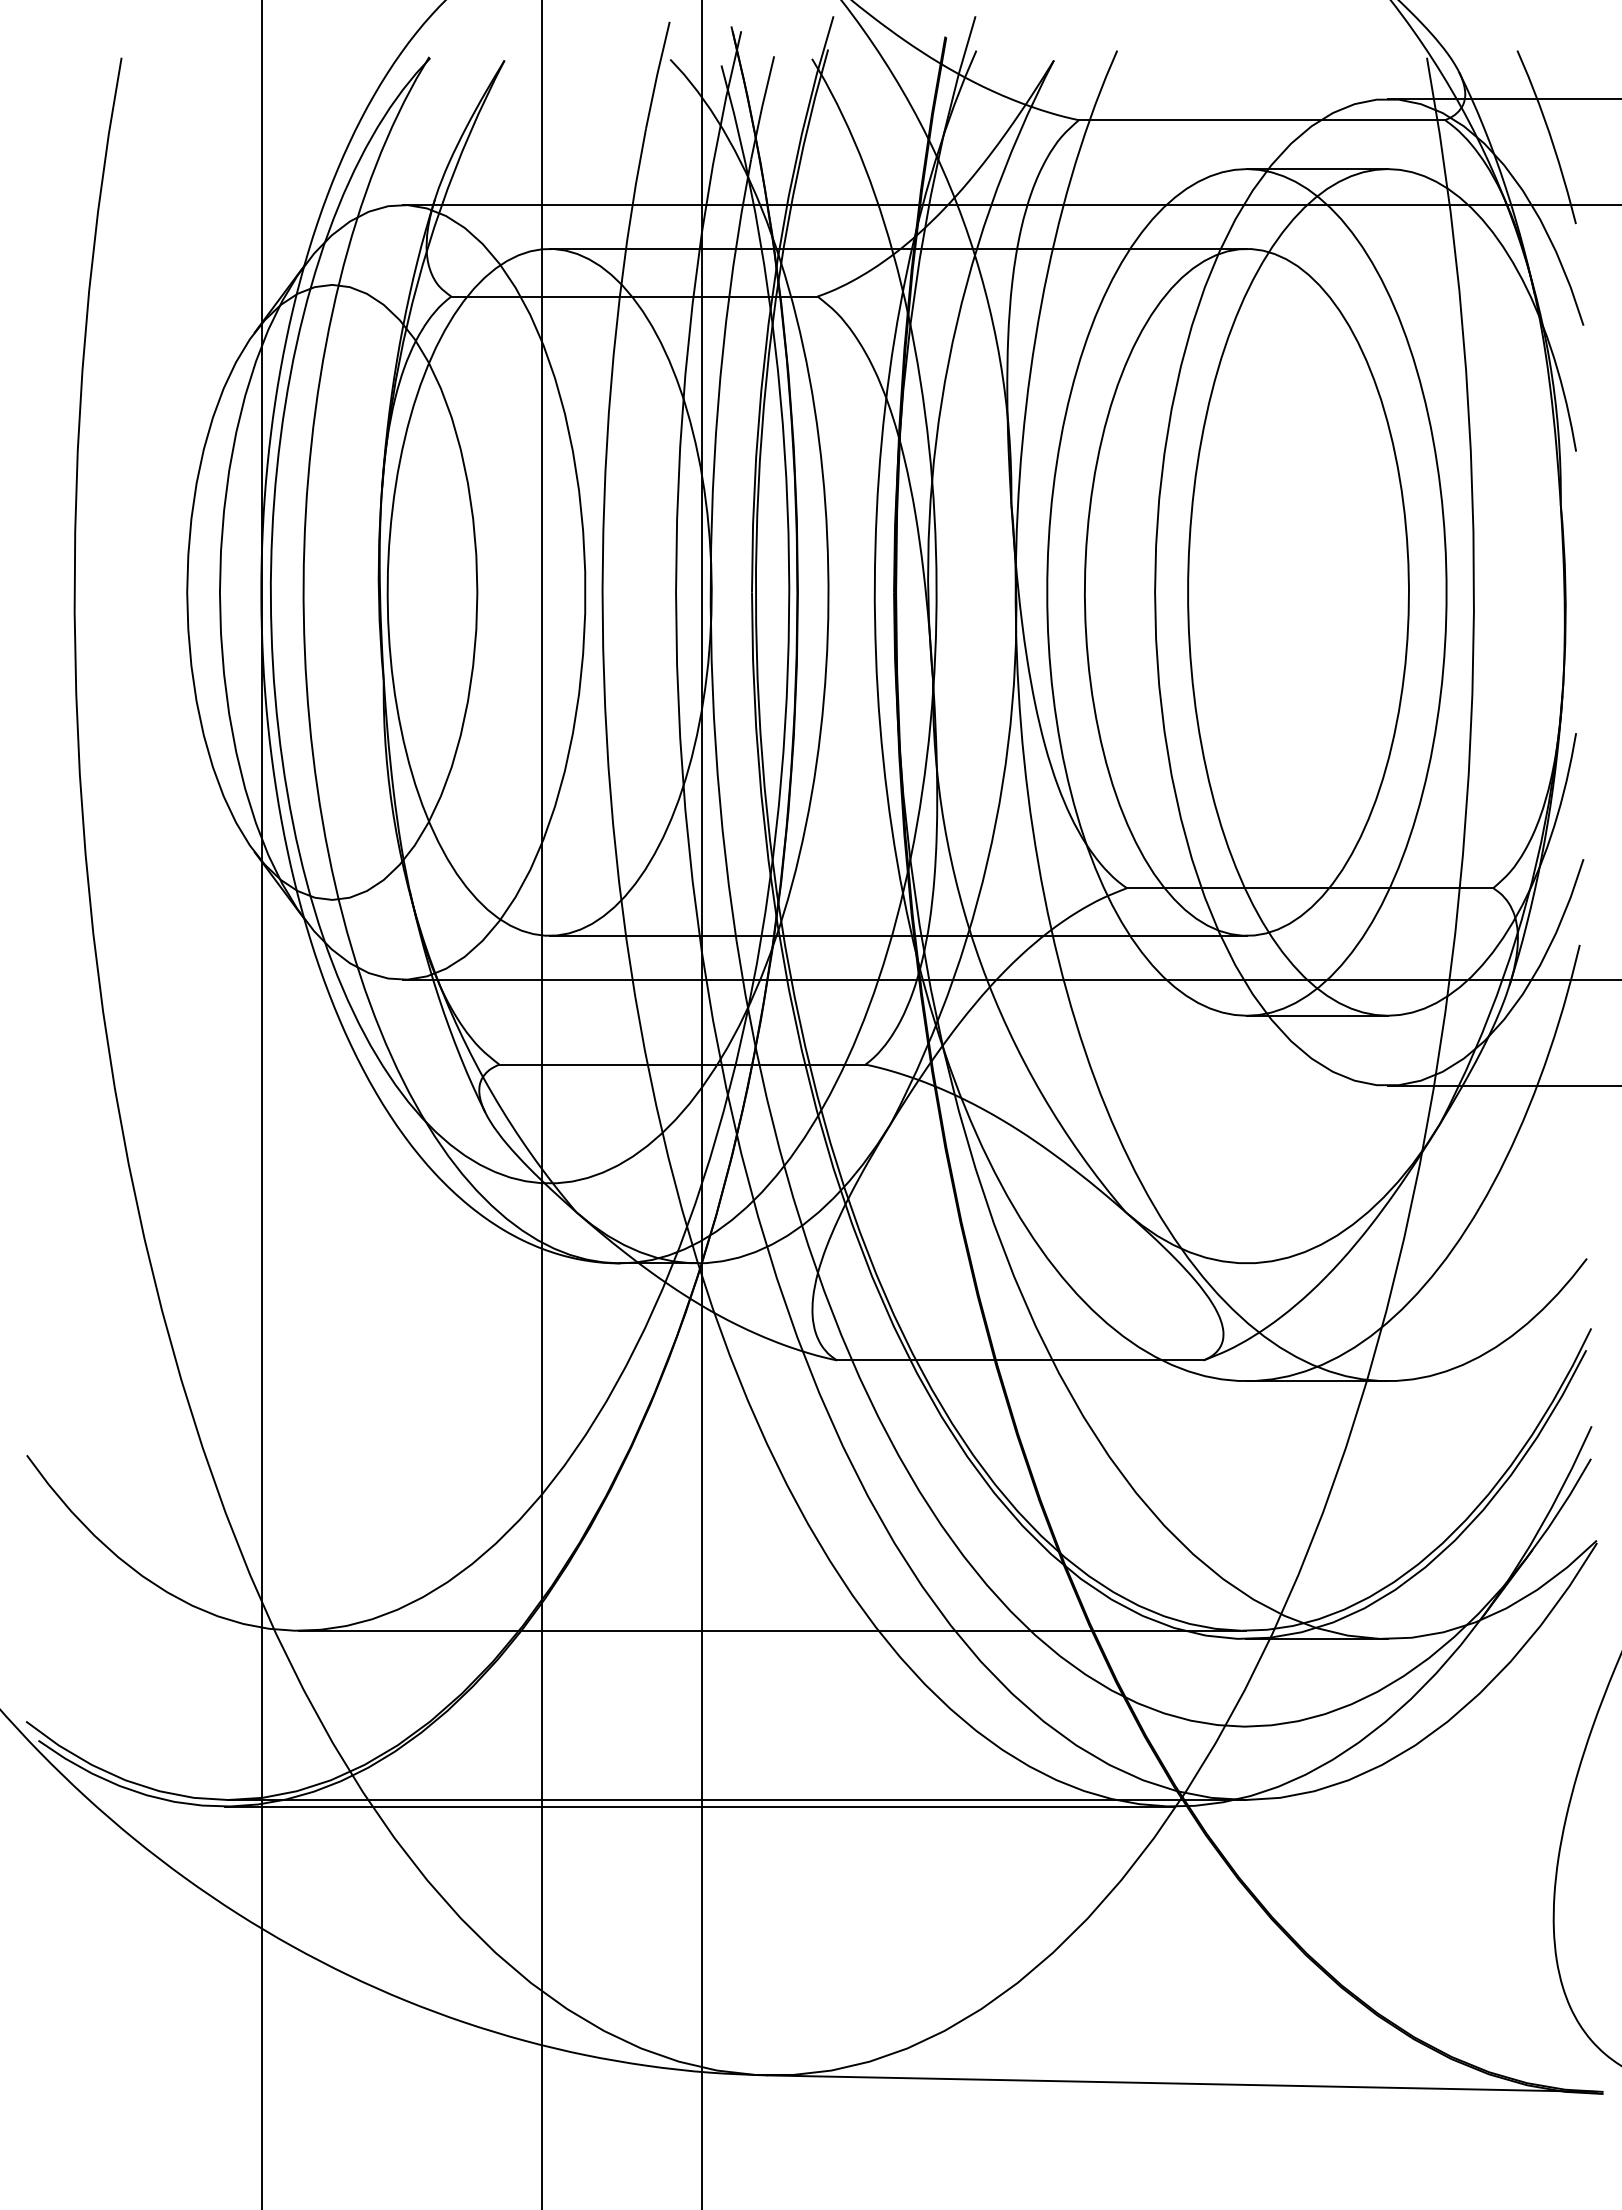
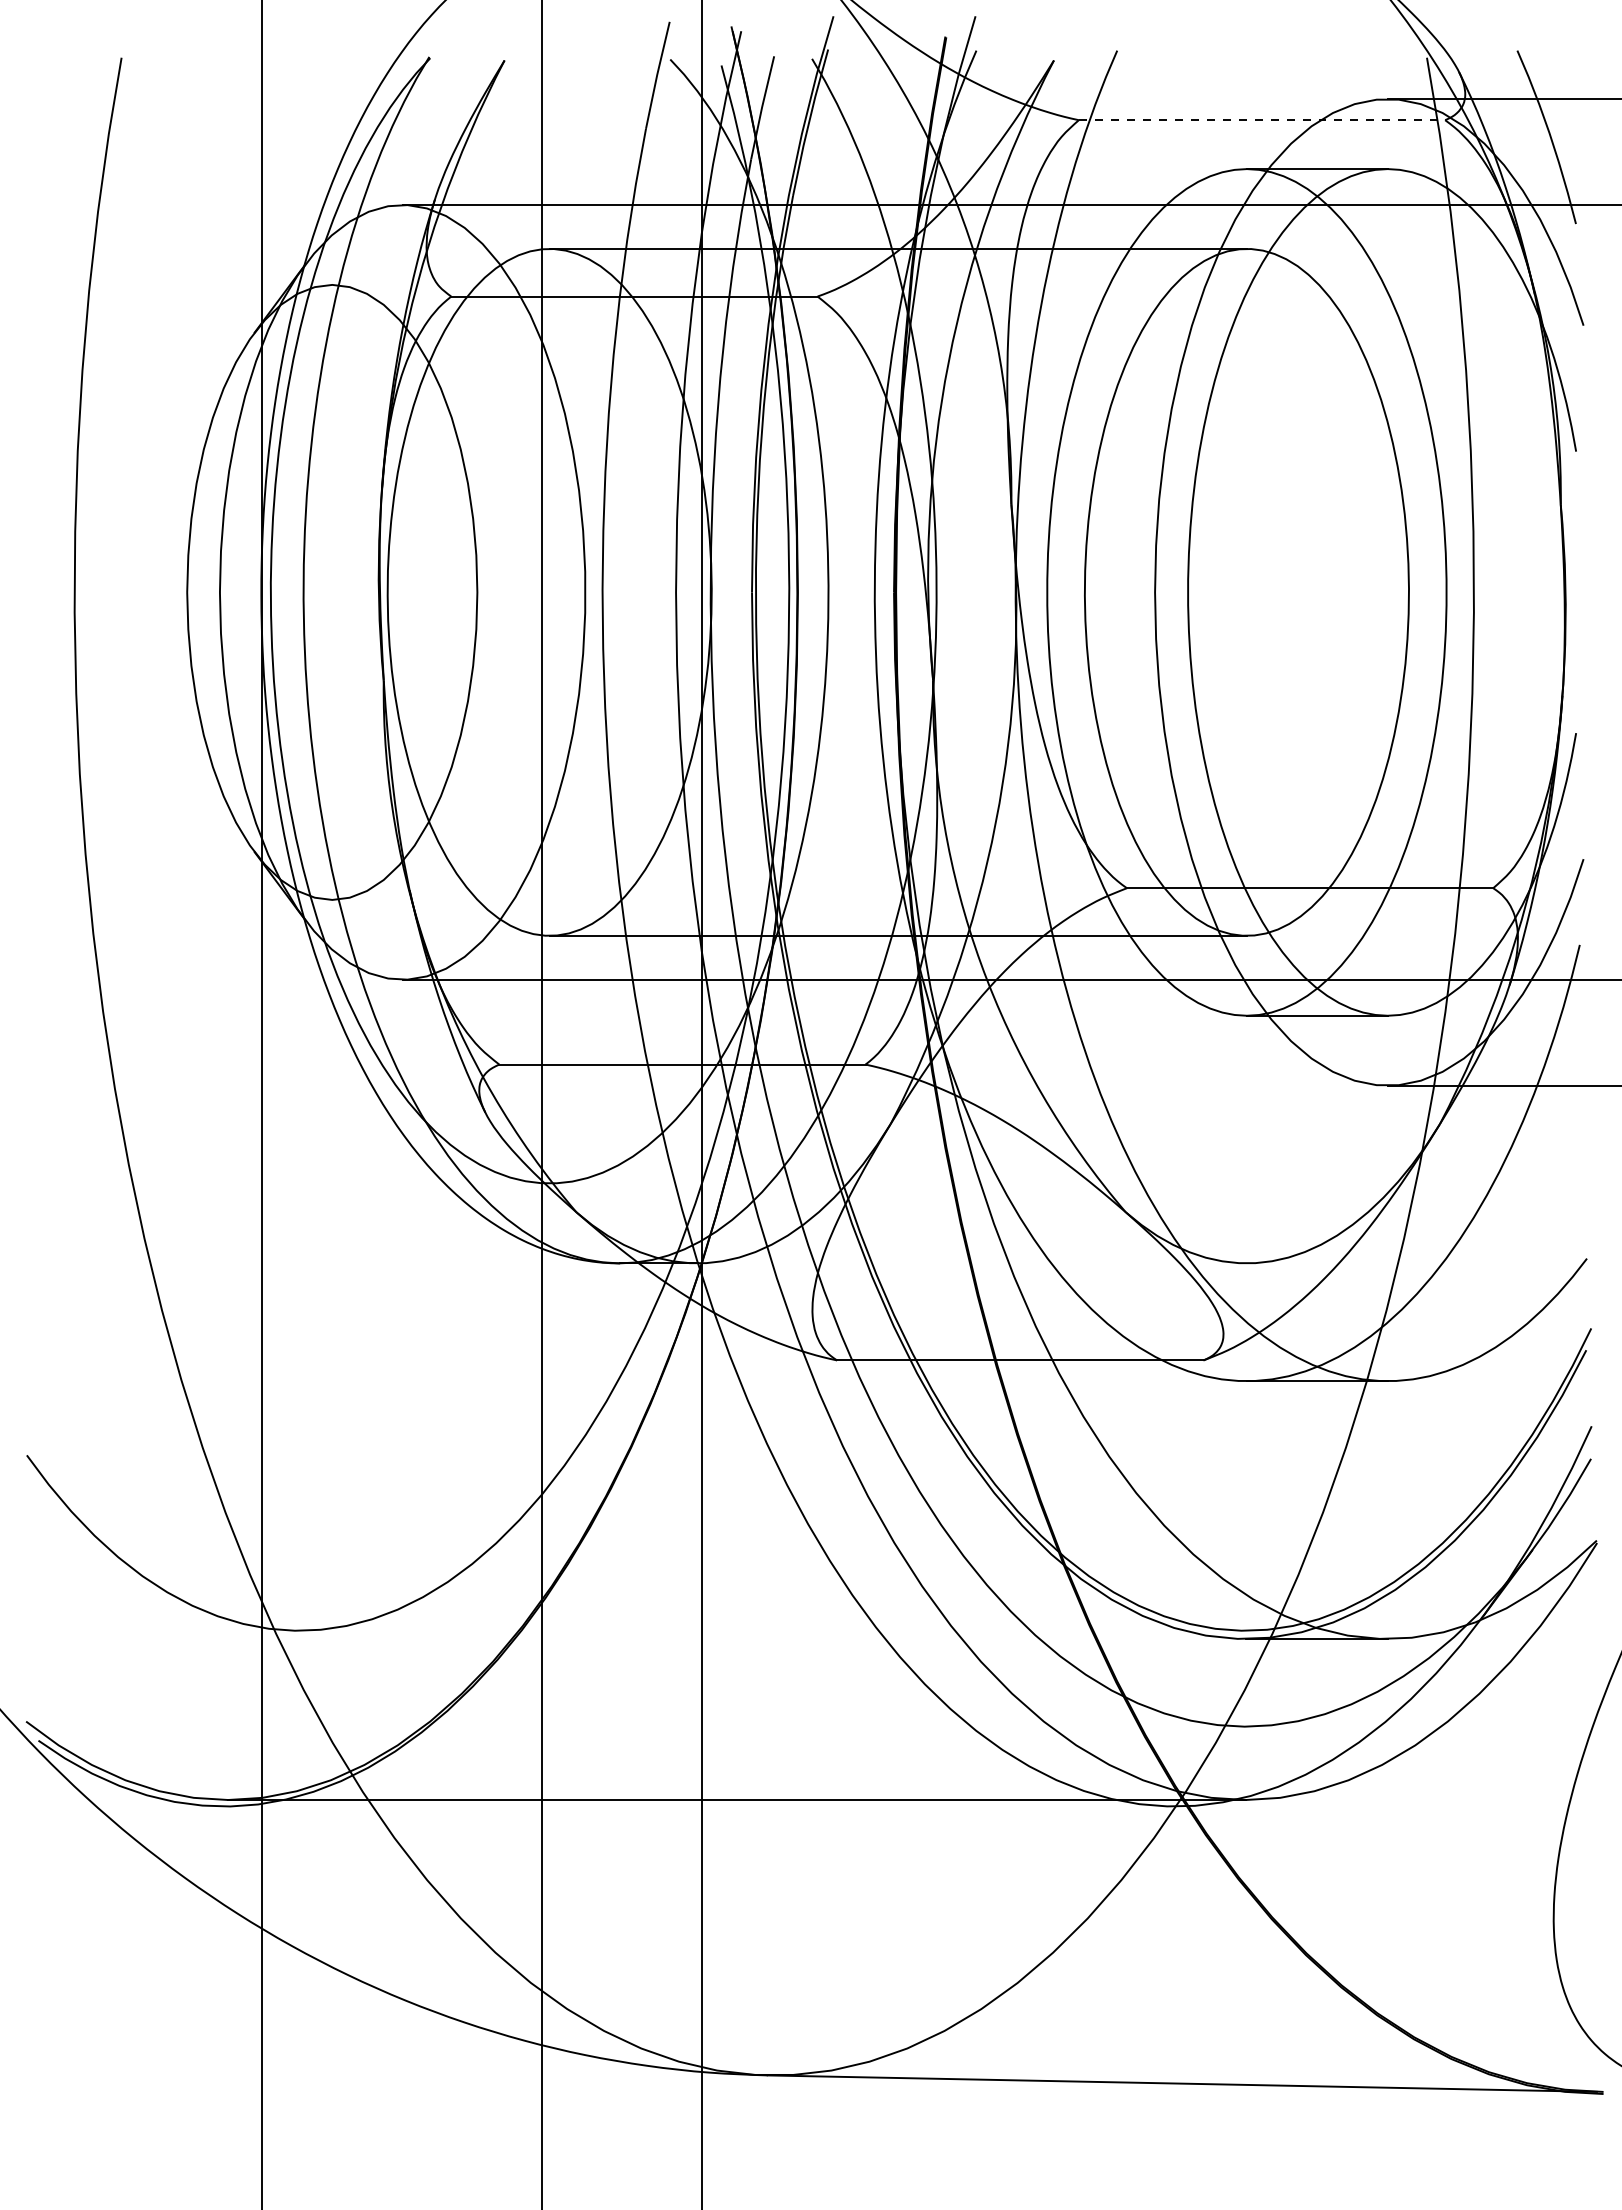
line at (1262, 120): solid -> dashed
line at (772, 1630): present -> none
line at (699, 1806): present -> none
